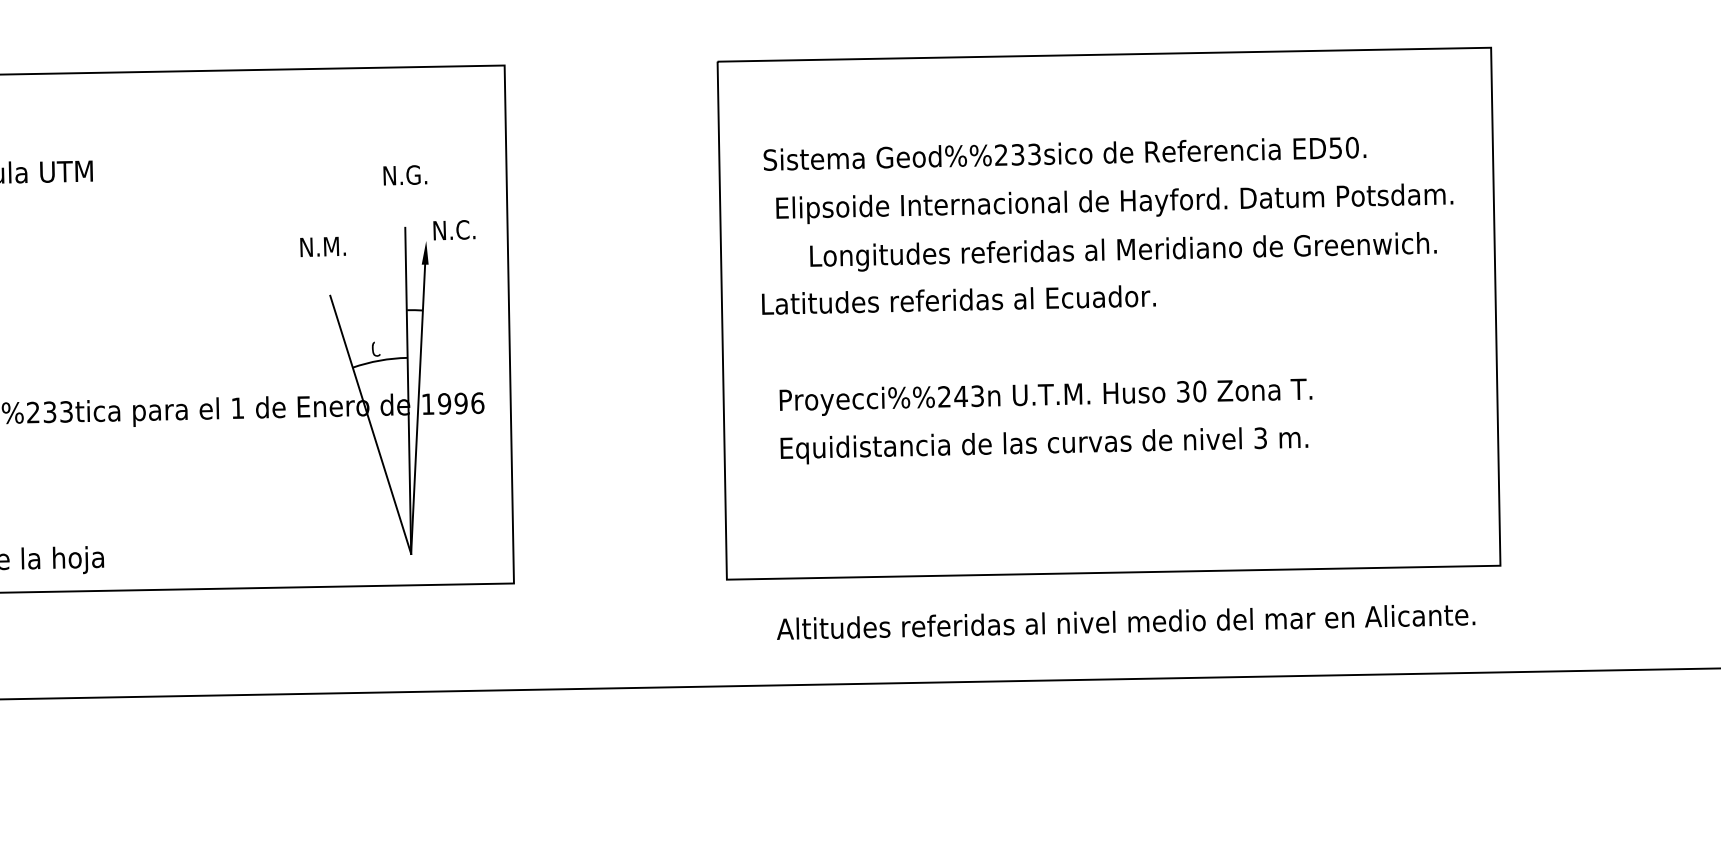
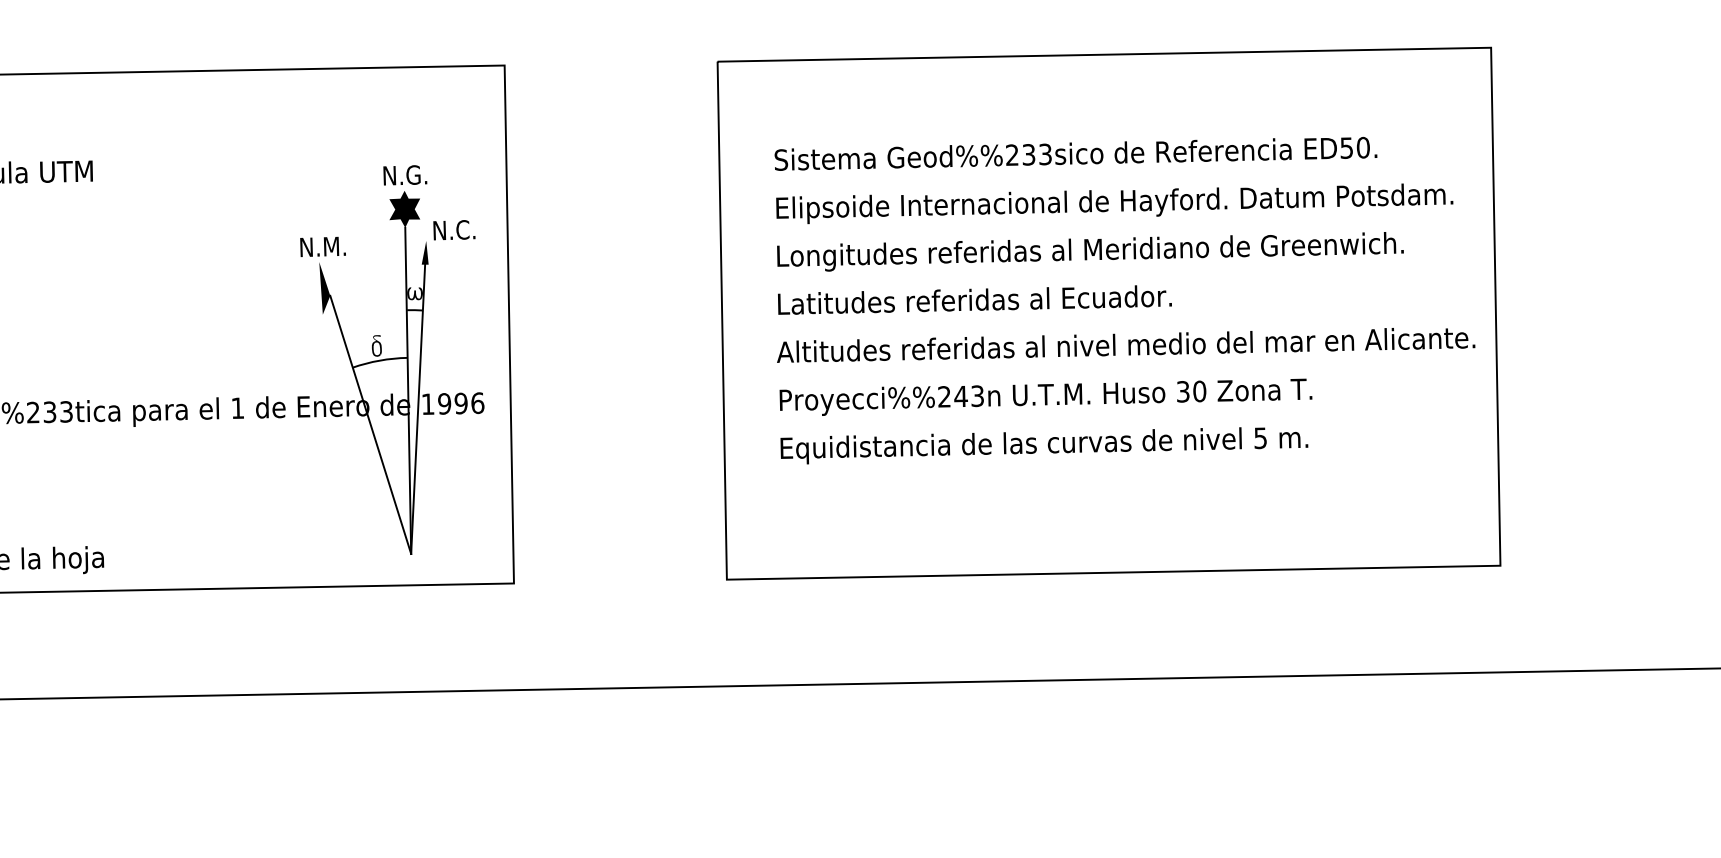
text at (1064, 153) position: (1064, 153) -> (1075, 153)
fill at (404, 208): none -> present
text at (1123, 251) position: (1123, 251) -> (1090, 251)
fill at (324, 288): none -> present
fill at (415, 293): none -> present
text at (958, 299) position: (958, 299) -> (974, 299)
fill at (377, 344): none -> present
text at (1260, 437): 3 -> 5
text at (1126, 622) position: (1126, 622) -> (1126, 345)
